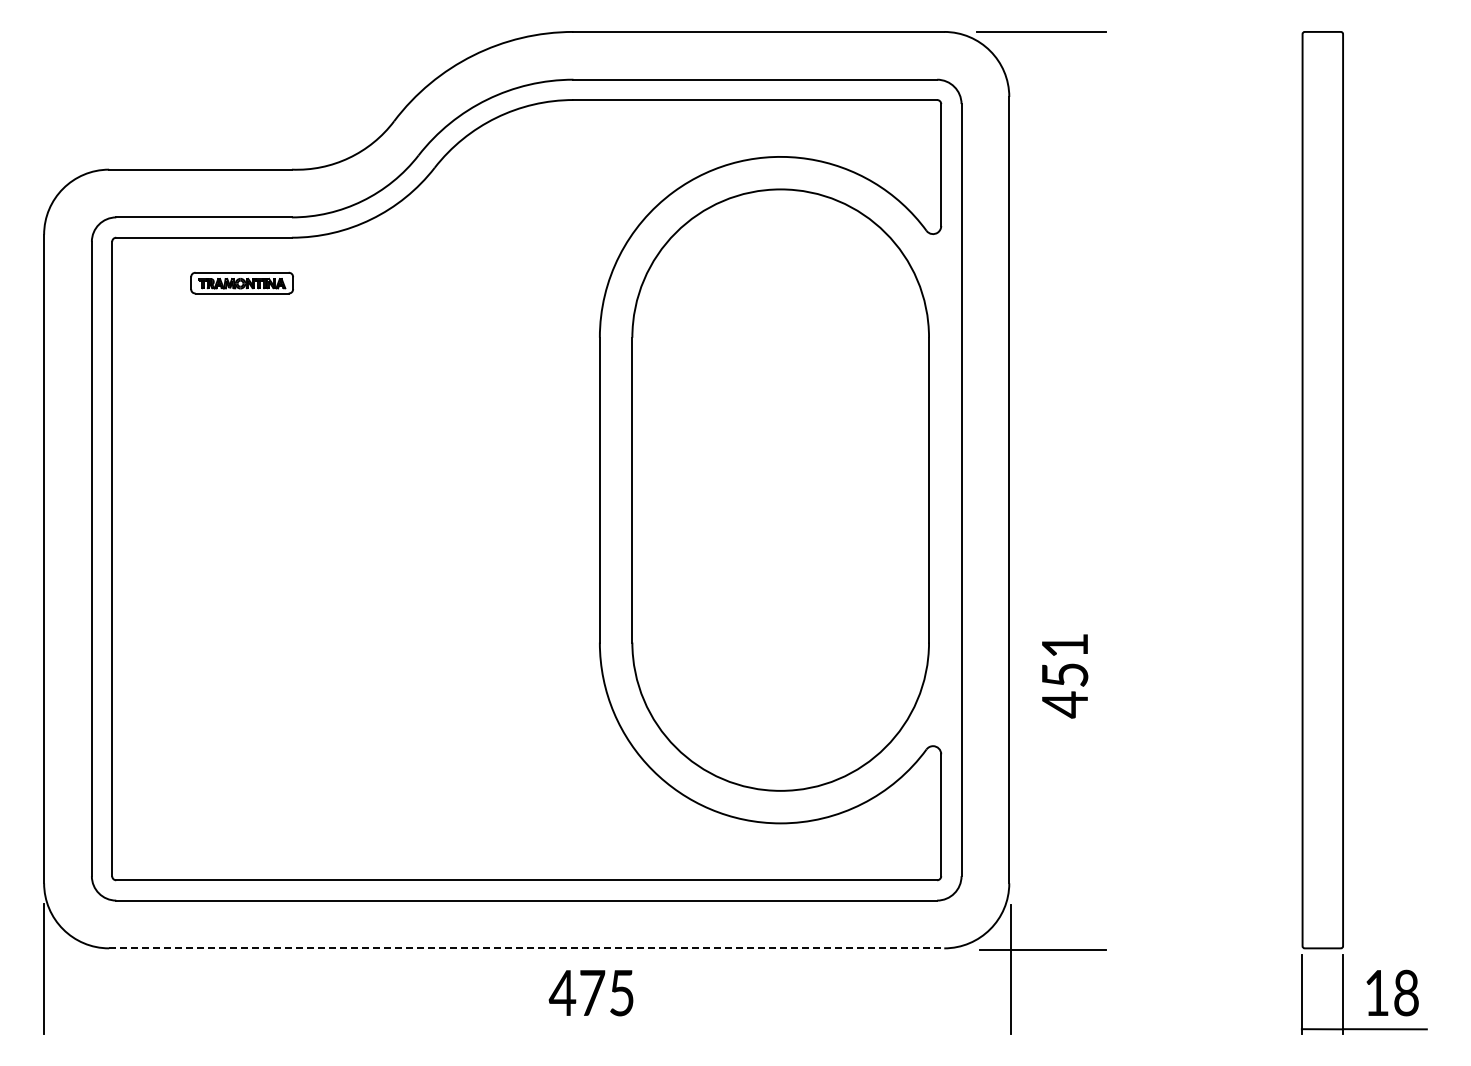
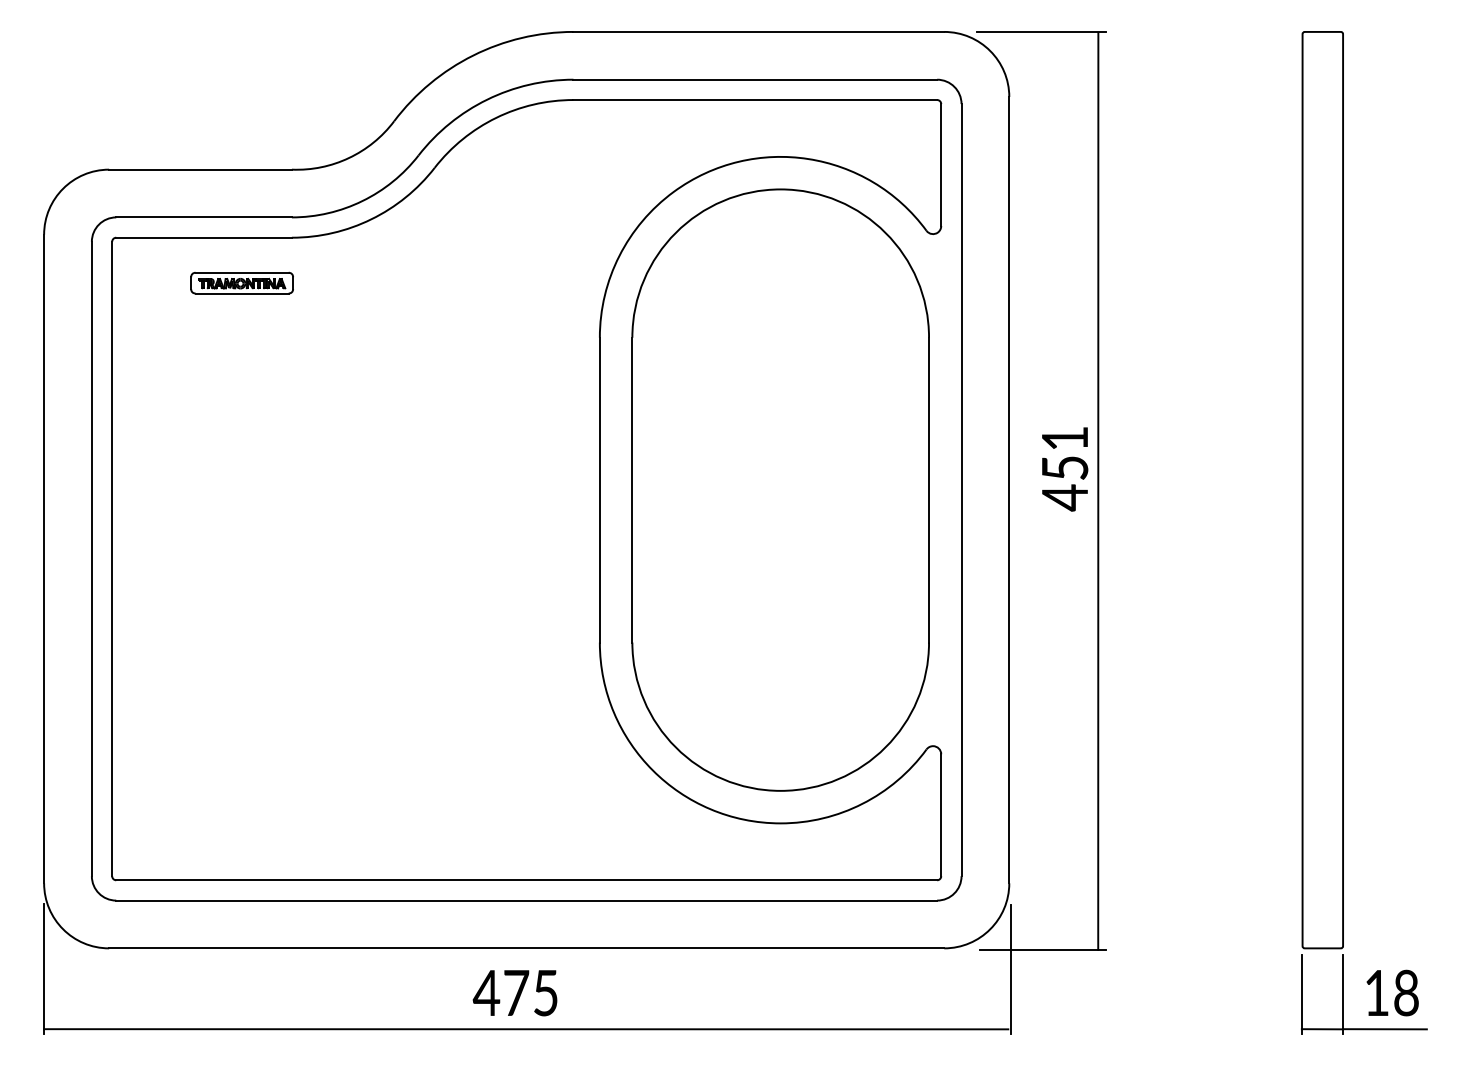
line at (1098, 490): none -> present
text at (1065, 676) position: (1065, 676) -> (1065, 469)
line at (526, 948): dashed -> solid
text at (590, 993) position: (590, 993) -> (514, 993)
line at (526, 1029): none -> present
